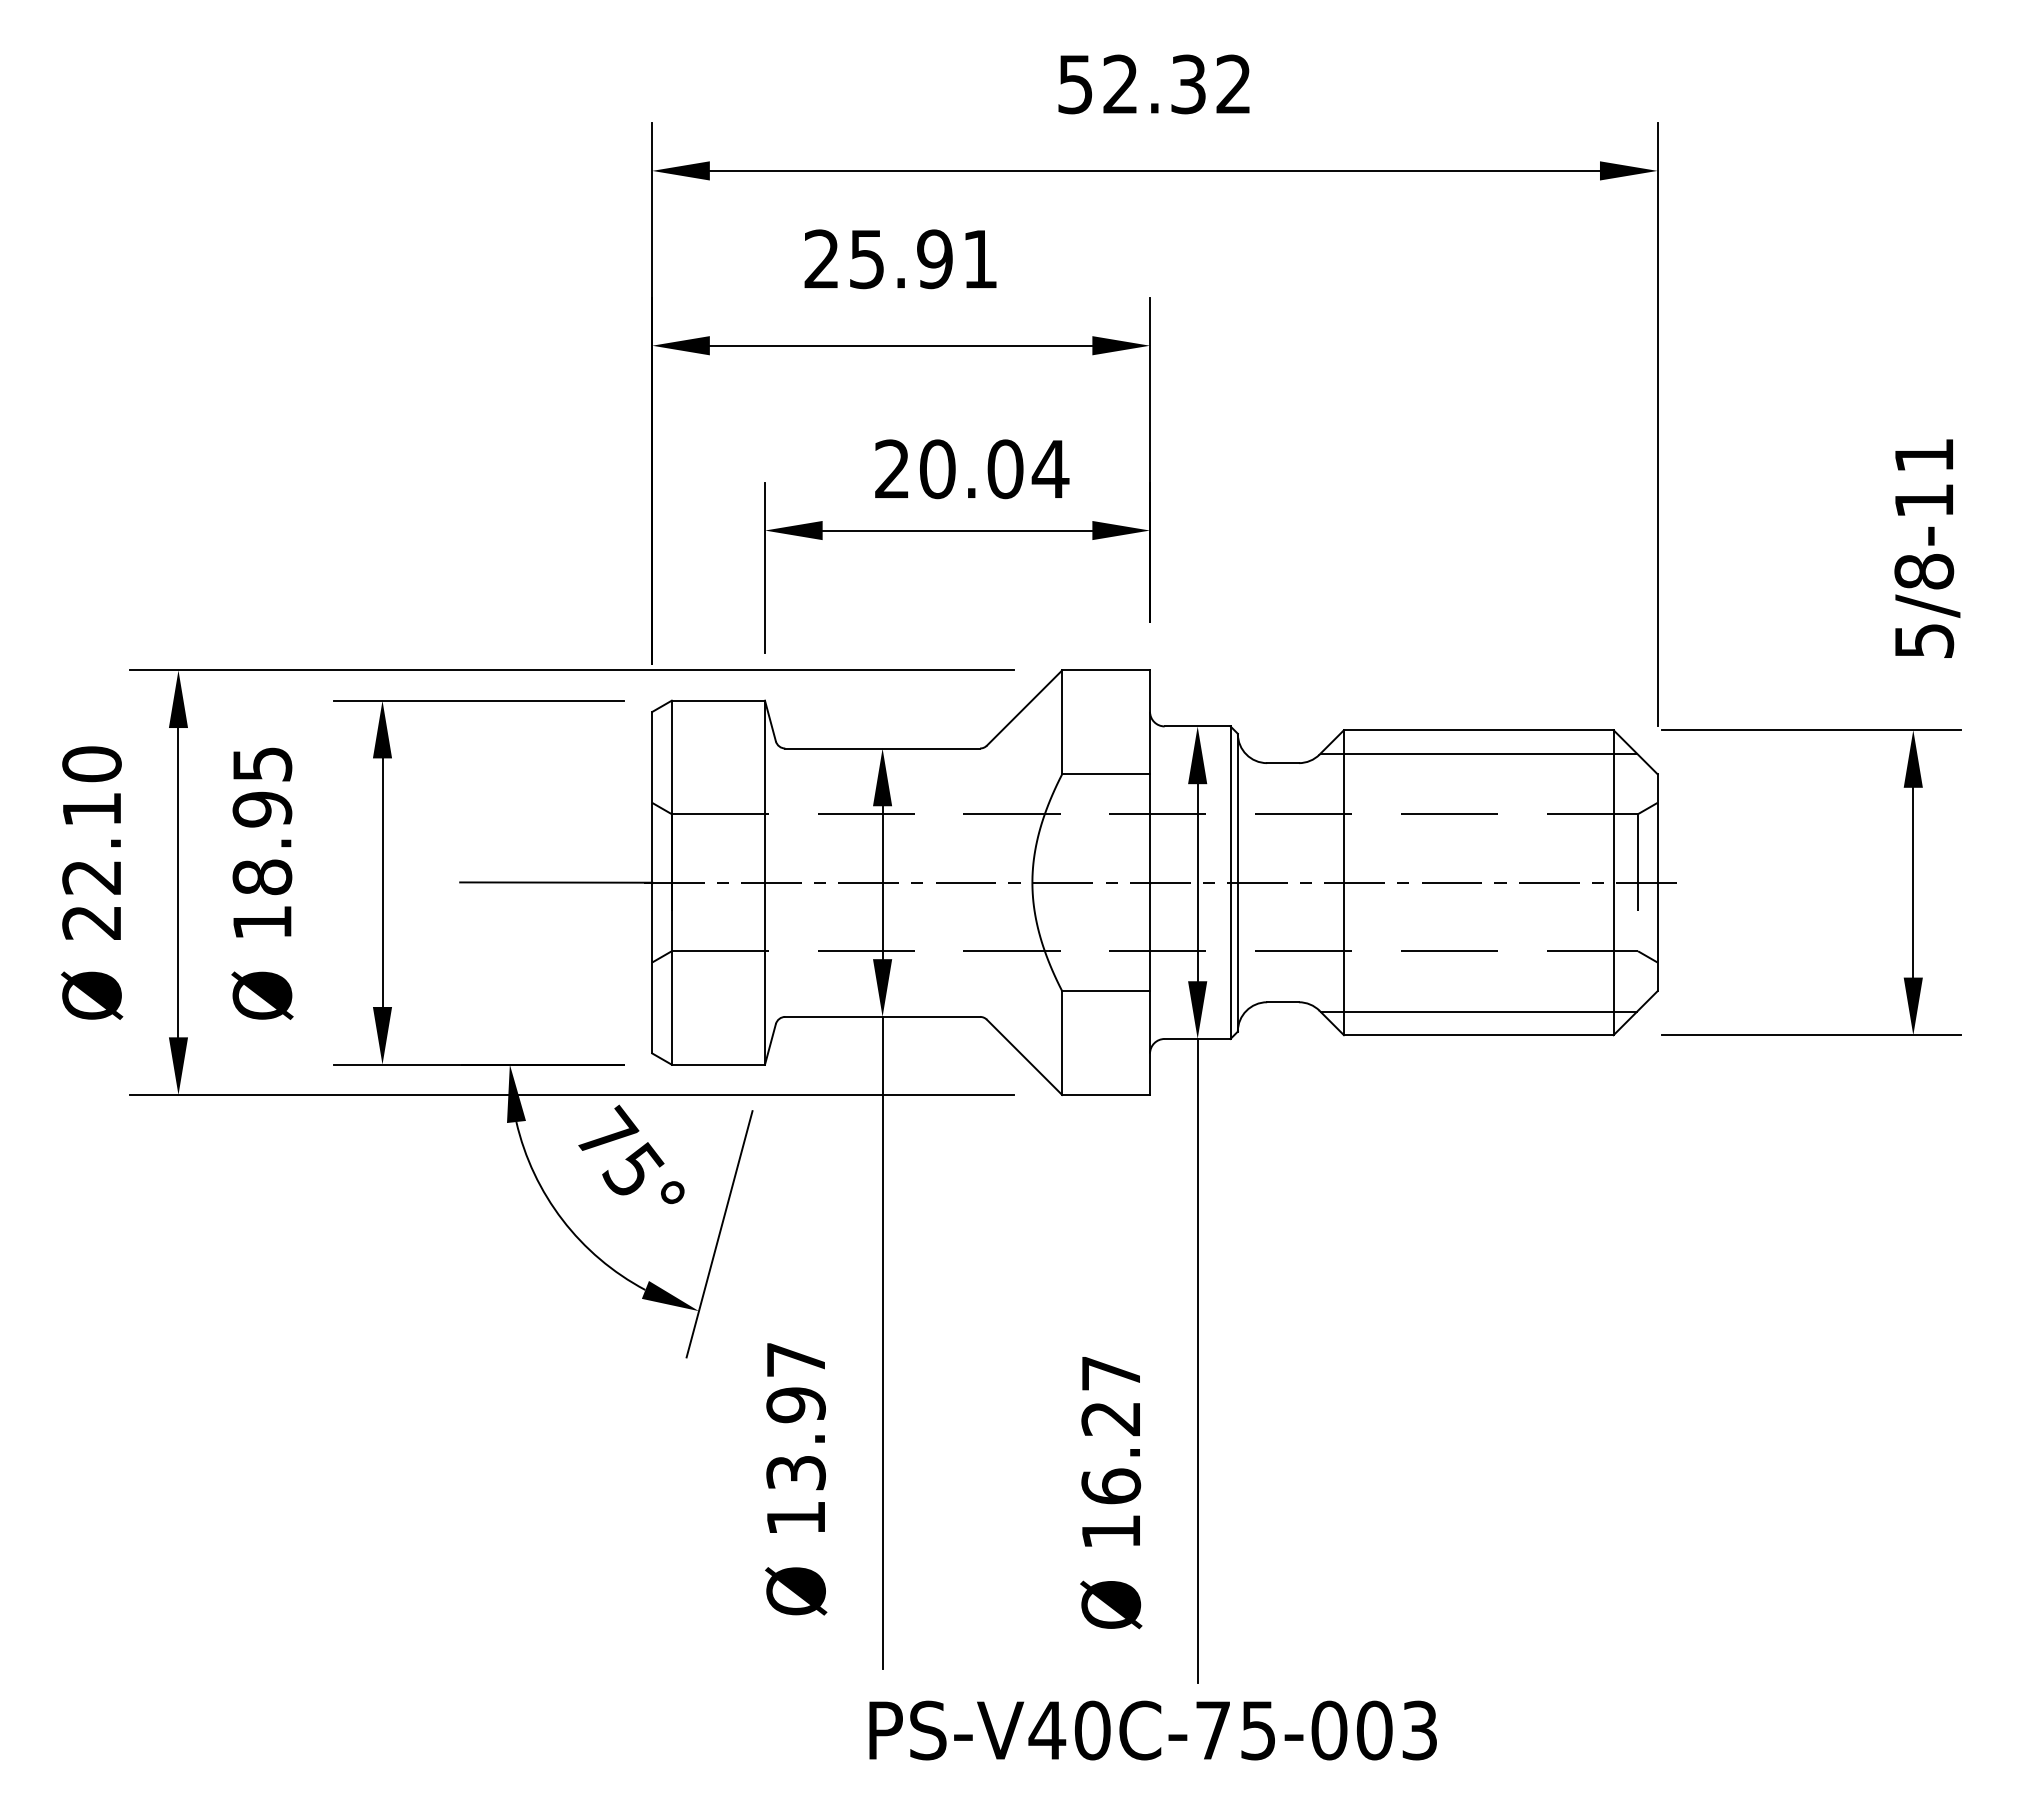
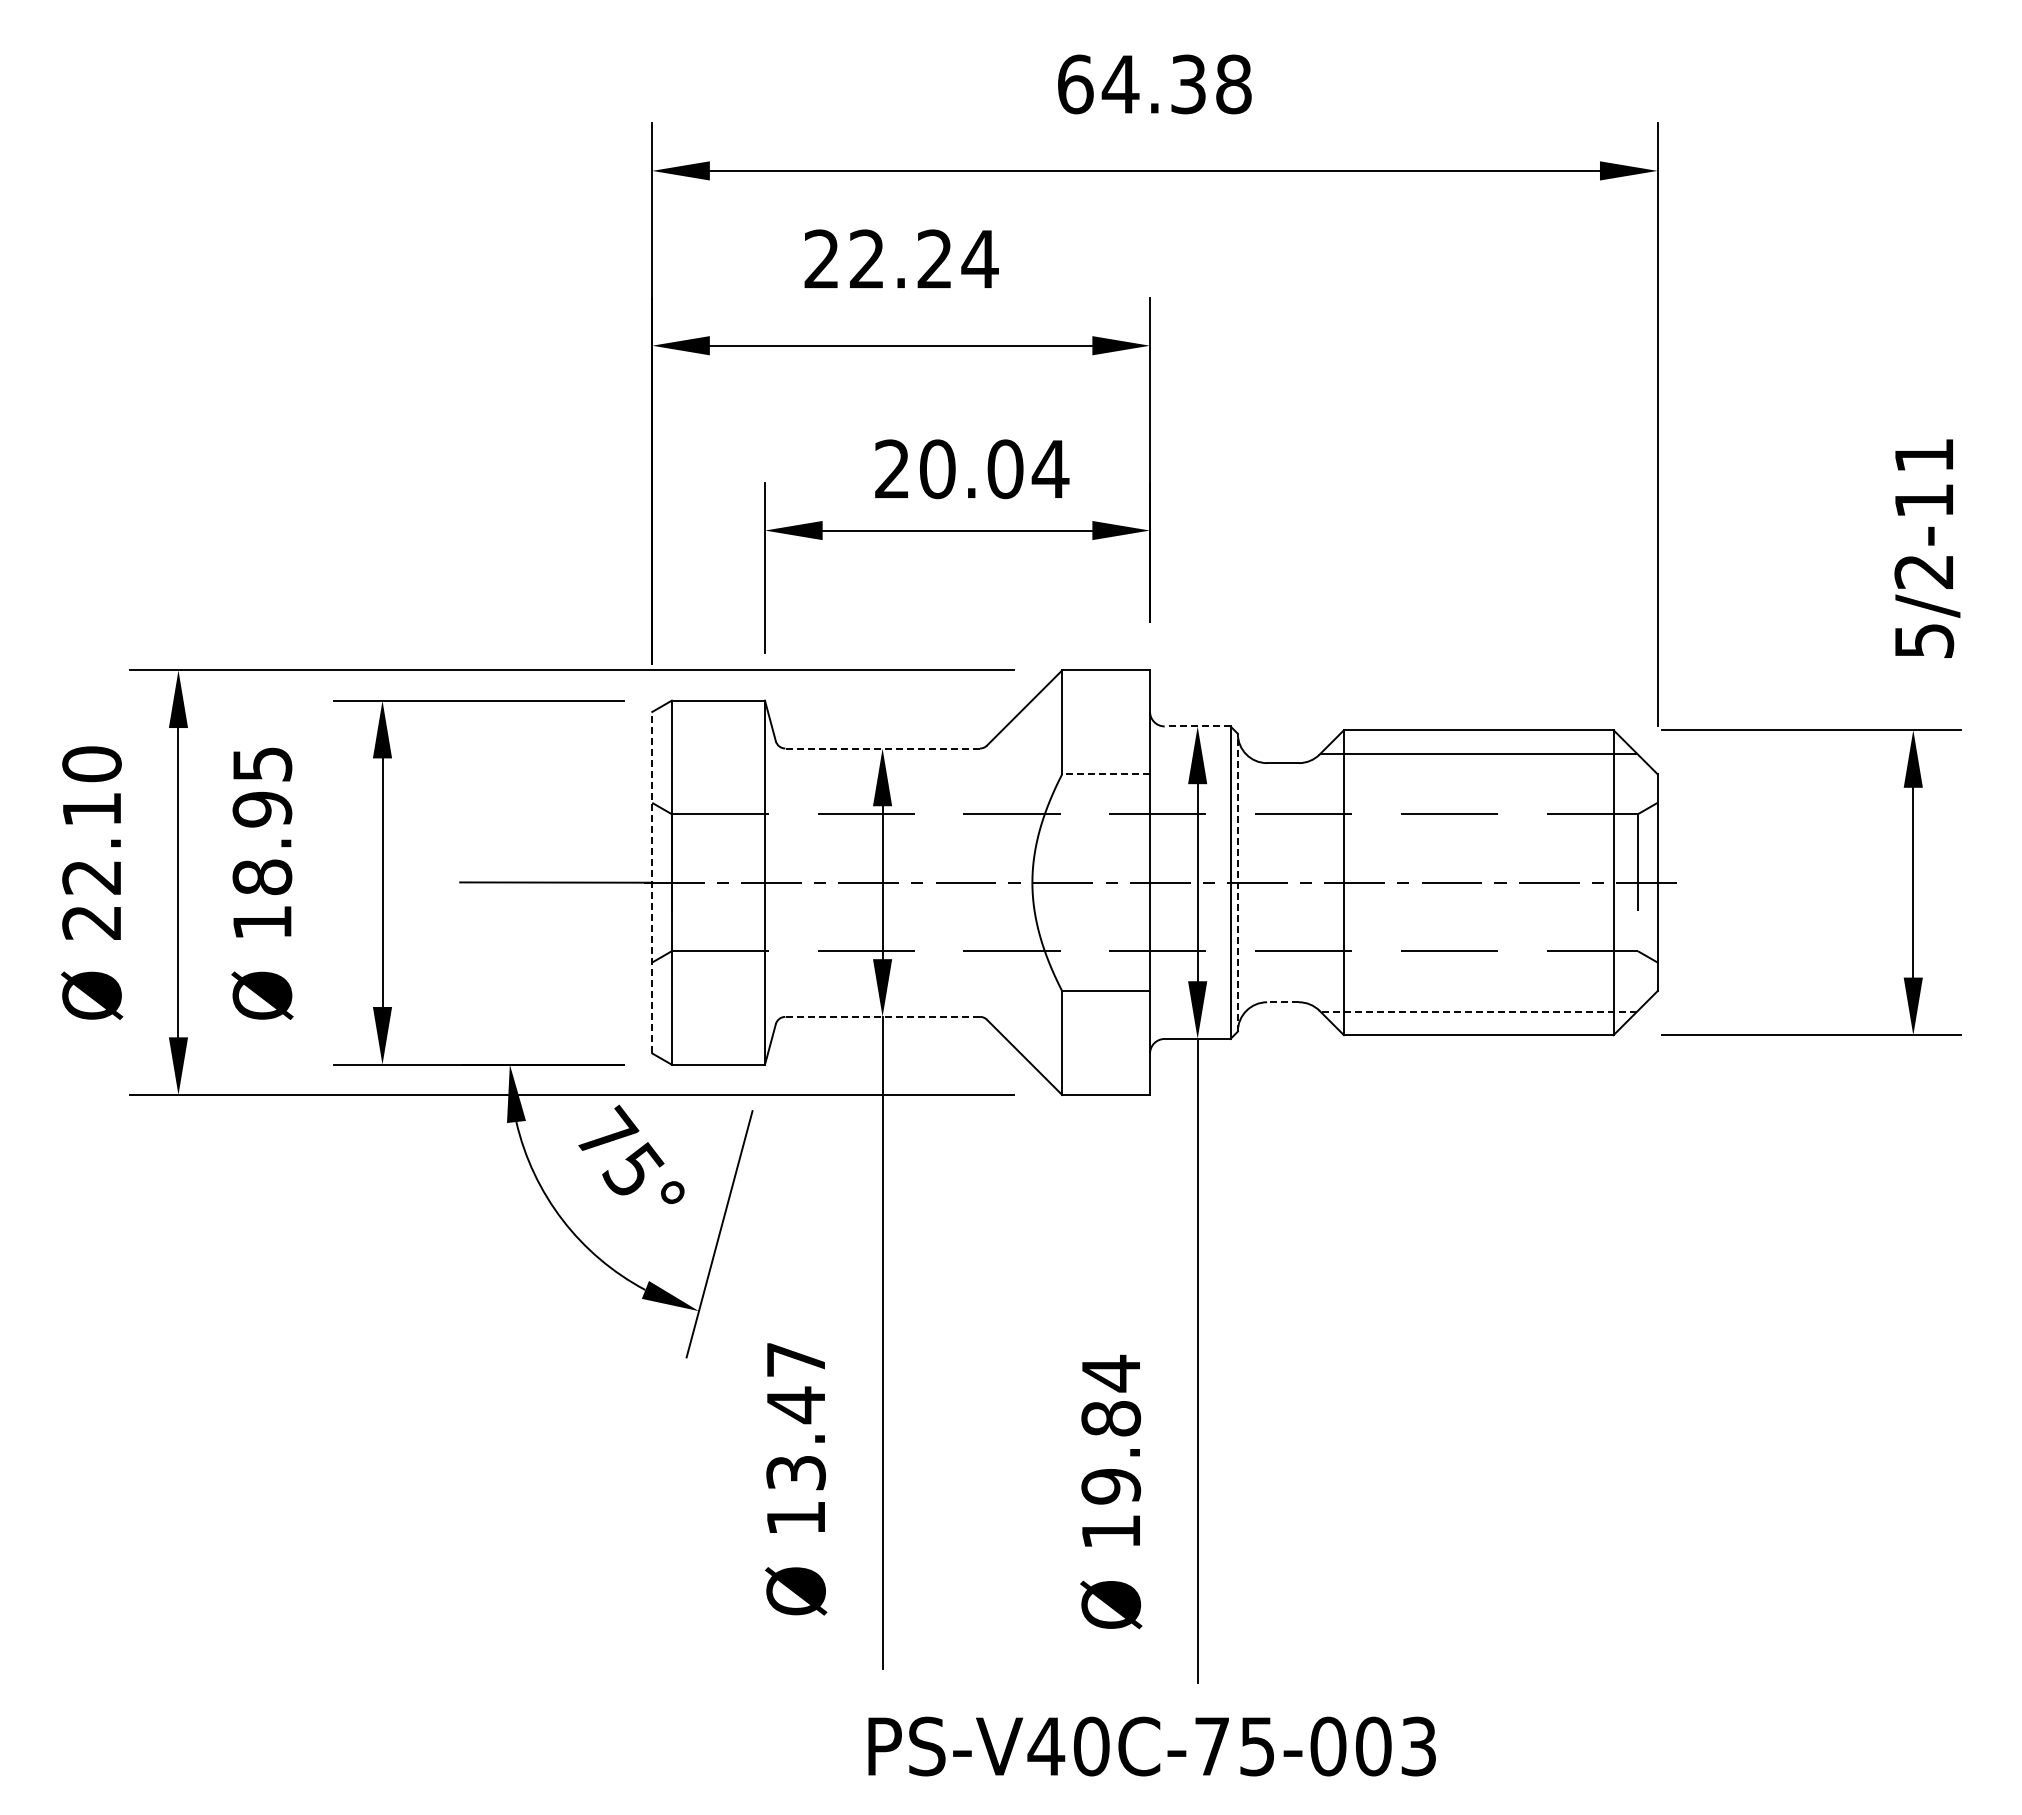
text at (1154, 84): 52.32 -> 64.38
text at (924, 259): 25.91 -> 22.24
text at (1924, 571): 5/8-11 -> 5/2-11
line at (1197, 726): solid -> dashed
line at (882, 748): solid -> dashed
line at (1106, 774): solid -> dashed
line at (652, 882): solid -> dashed
line at (1237, 882): solid -> dashed
line at (1283, 1002): solid -> dashed
line at (1478, 1011): solid -> dashed
line at (882, 1016): solid -> dashed
text at (795, 1405): 13.97 -> 13.47
text at (1111, 1429): 16.27 -> 19.84
text at (1152, 1730) position: (1152, 1730) -> (1151, 1746)
